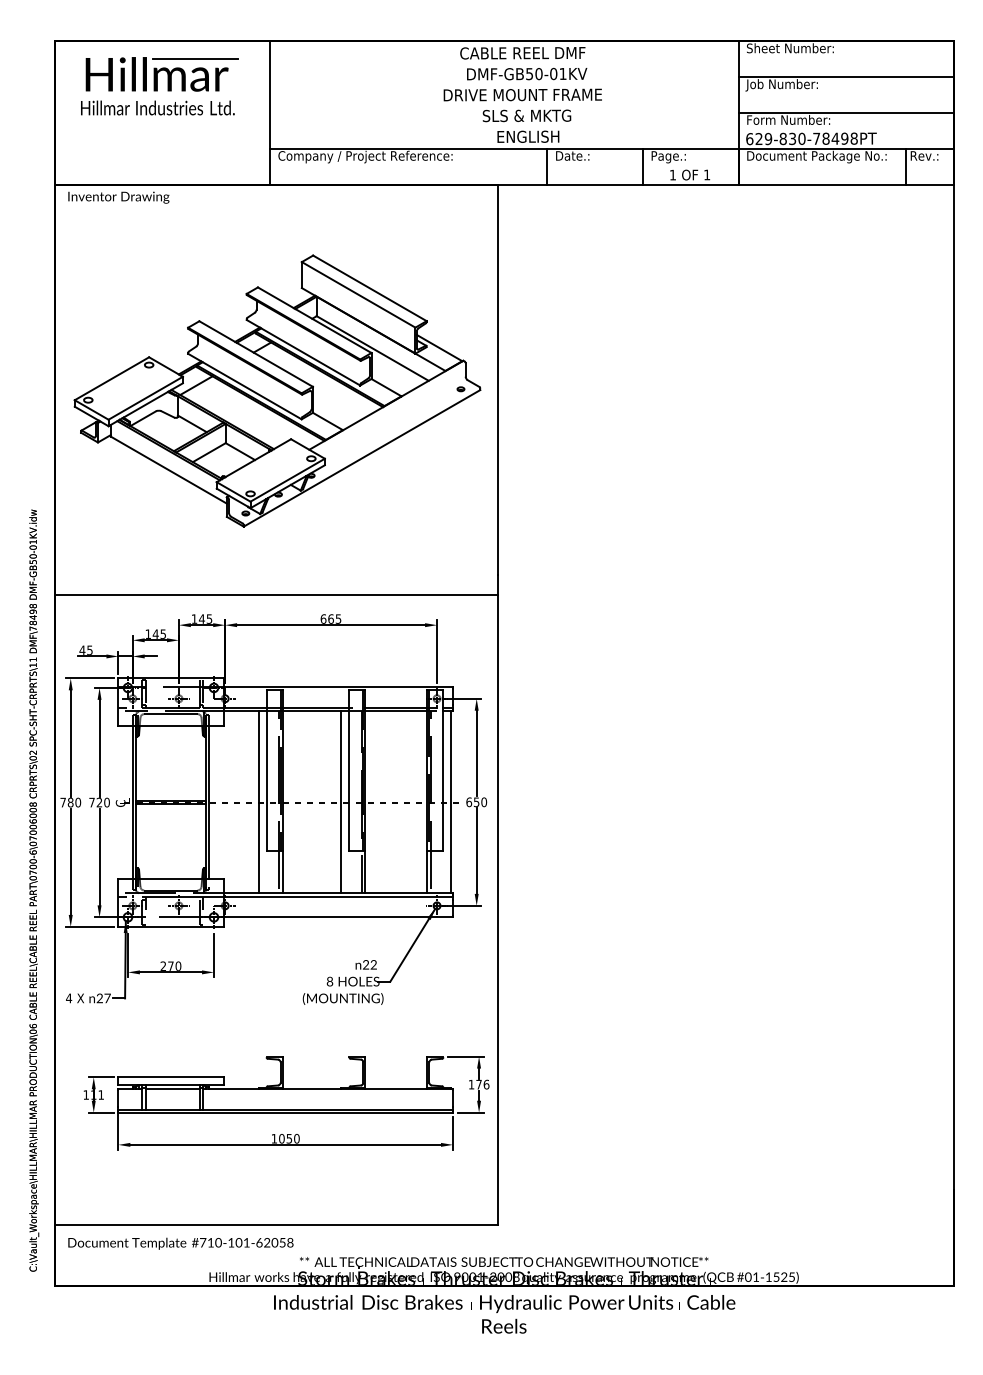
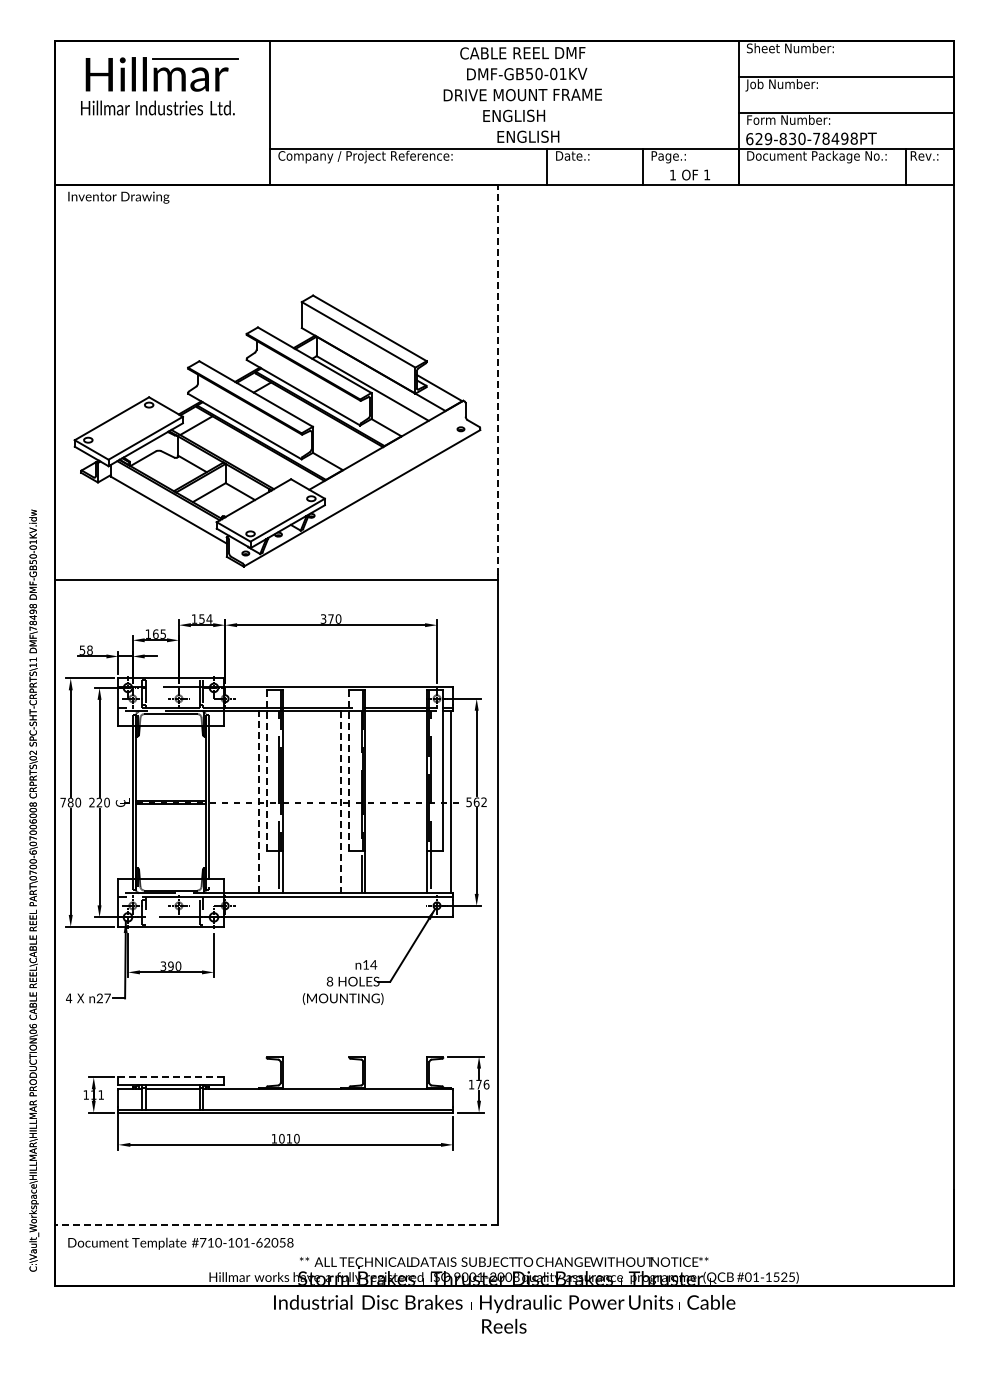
text at (526, 115): SLS & MKTG -> ENGLISH
line at (498, 379): solid -> dashed
part at (277, 390) position: (277, 390) -> (277, 430)
line at (276, 594) position: (276, 594) -> (276, 579)
text at (205, 618): 145 -> 154
text at (330, 618): 665 -> 370
text at (155, 633): 145 -> 165
text at (85, 649): 45 -> 58
line at (266, 770): solid -> dashed
line at (349, 770): solid -> dashed
line at (258, 801): solid -> dashed
text at (91, 802): 720 -> 220
line at (341, 802): solid -> dashed
text at (476, 802): 650 -> 562
text at (369, 964): 22 -> 14
text at (166, 965): 270 -> 390
line at (170, 1077): solid -> dashed
text at (289, 1138): 1050 -> 1010
line at (276, 1224): solid -> dashed
